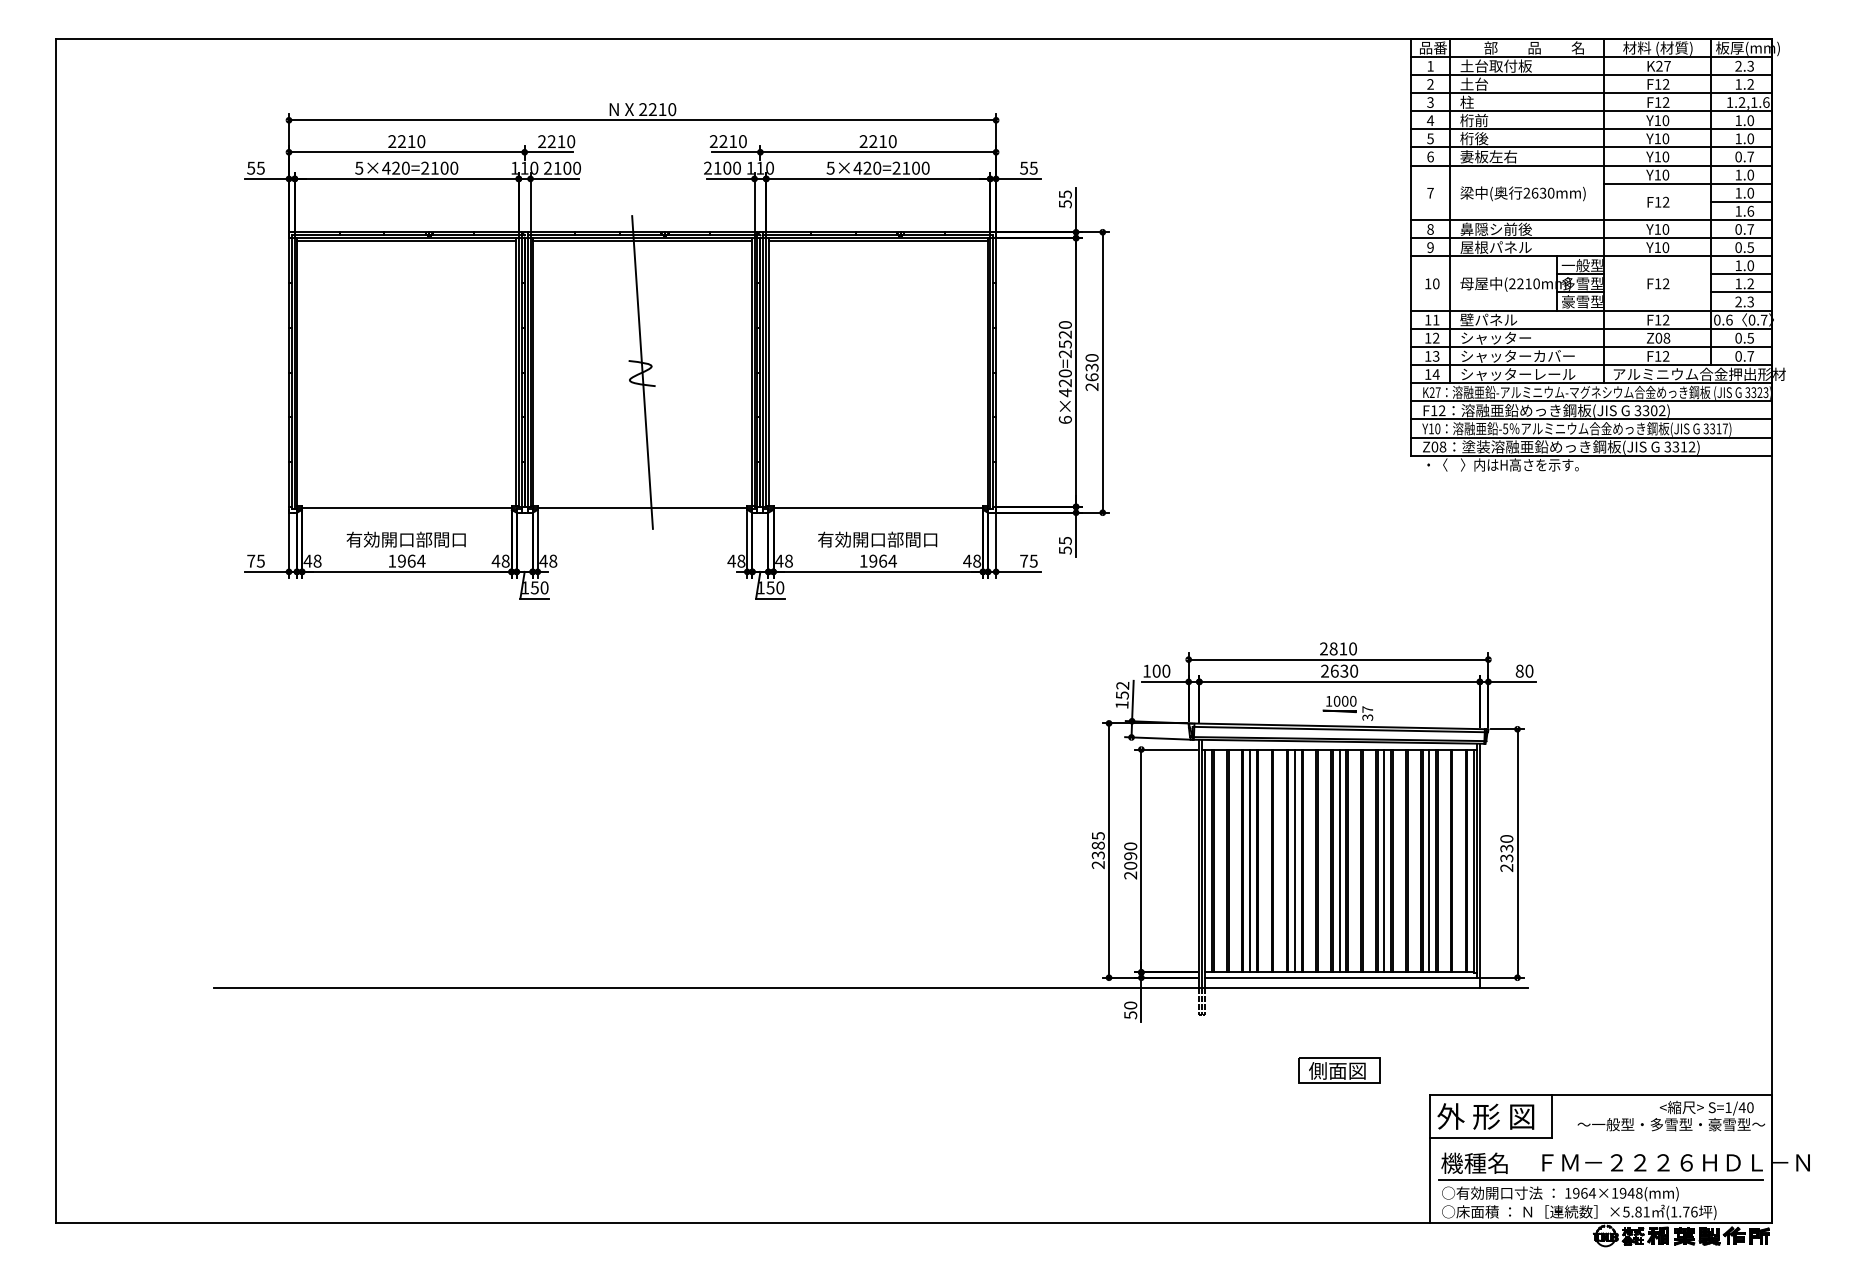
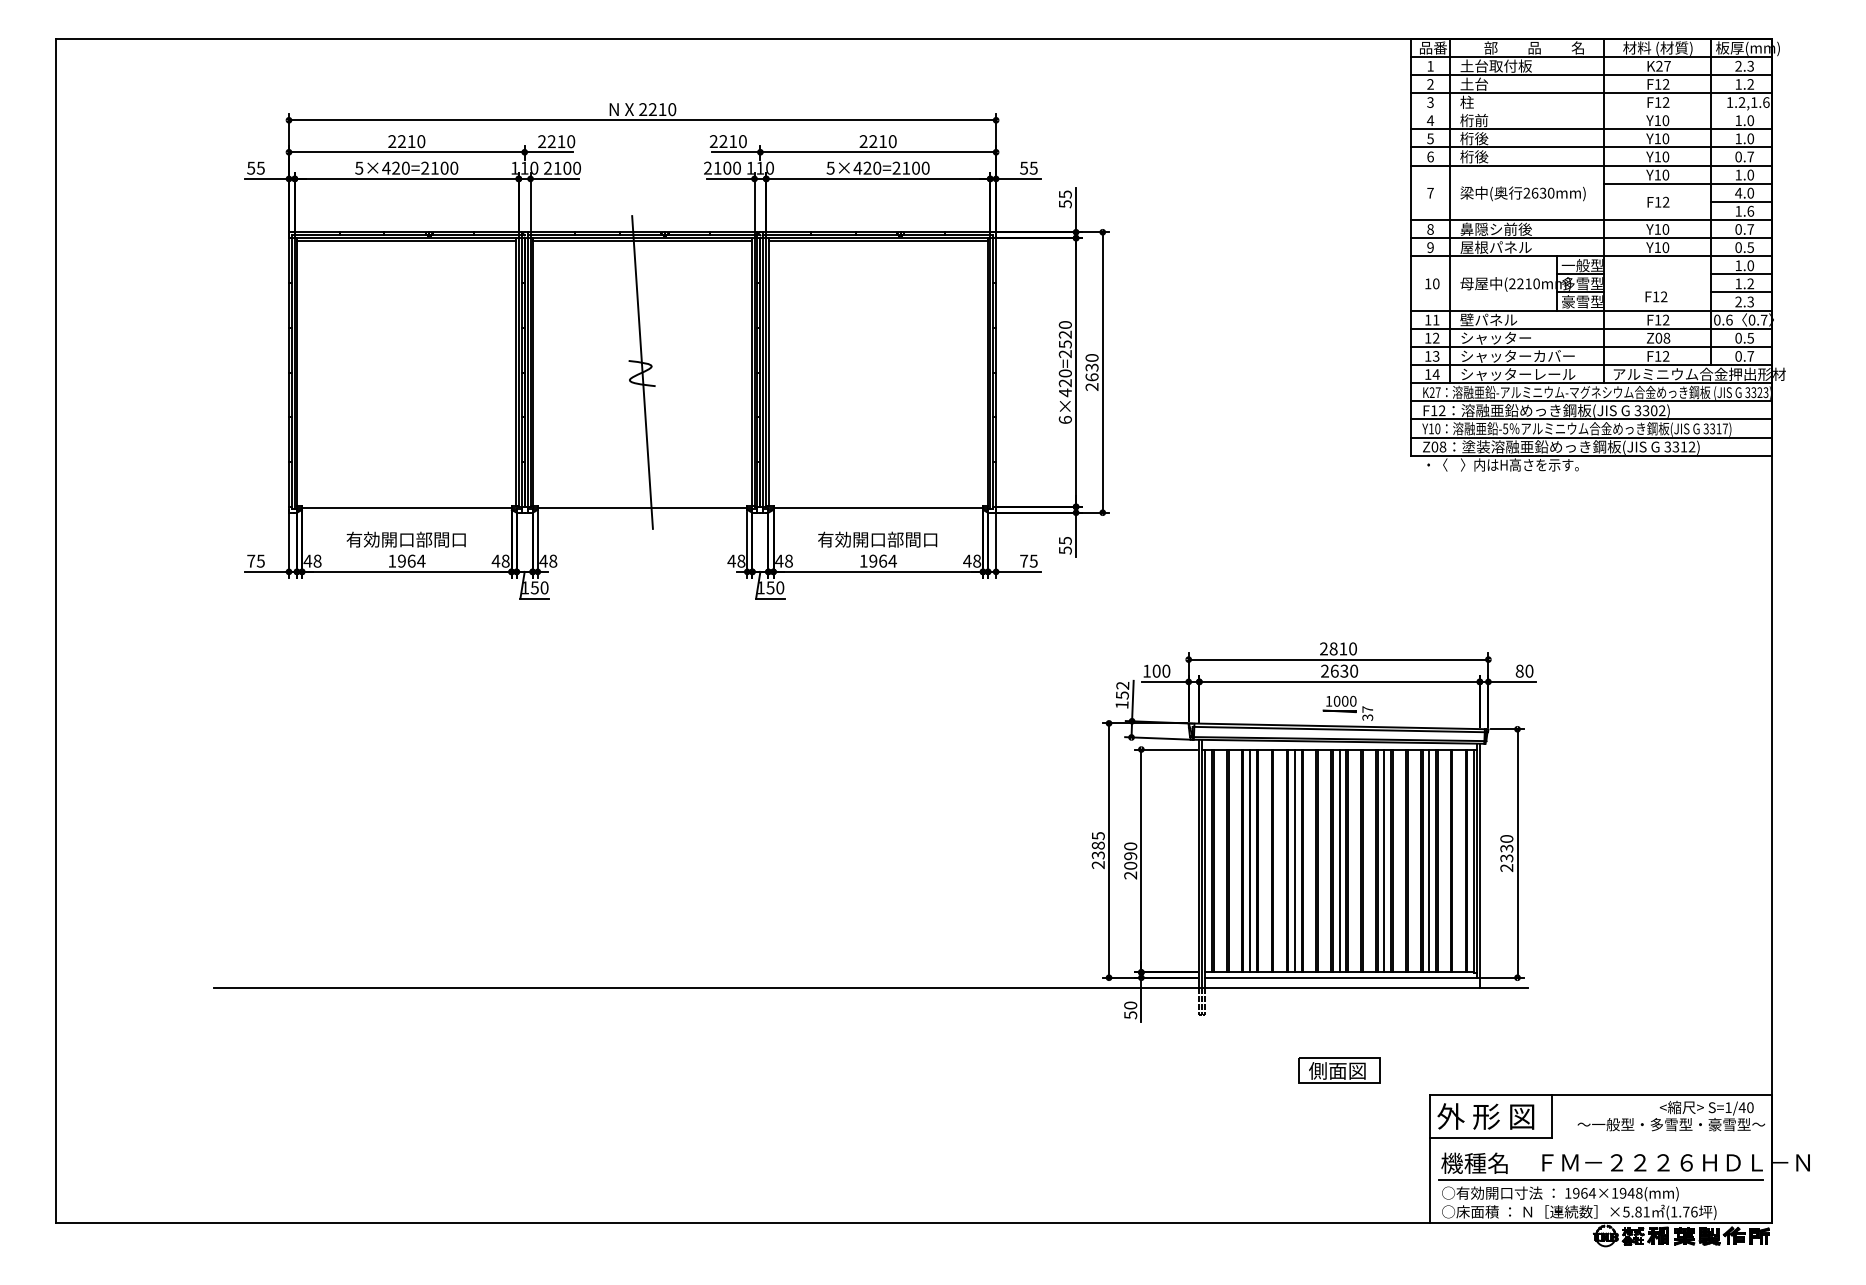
line at (1591, 111): present -> none
text at (1488, 156): 妻板左右 -> 桁後
text at (1738, 193): 1.0 -> 4.0
text at (1658, 283) position: (1658, 283) -> (1656, 296)
